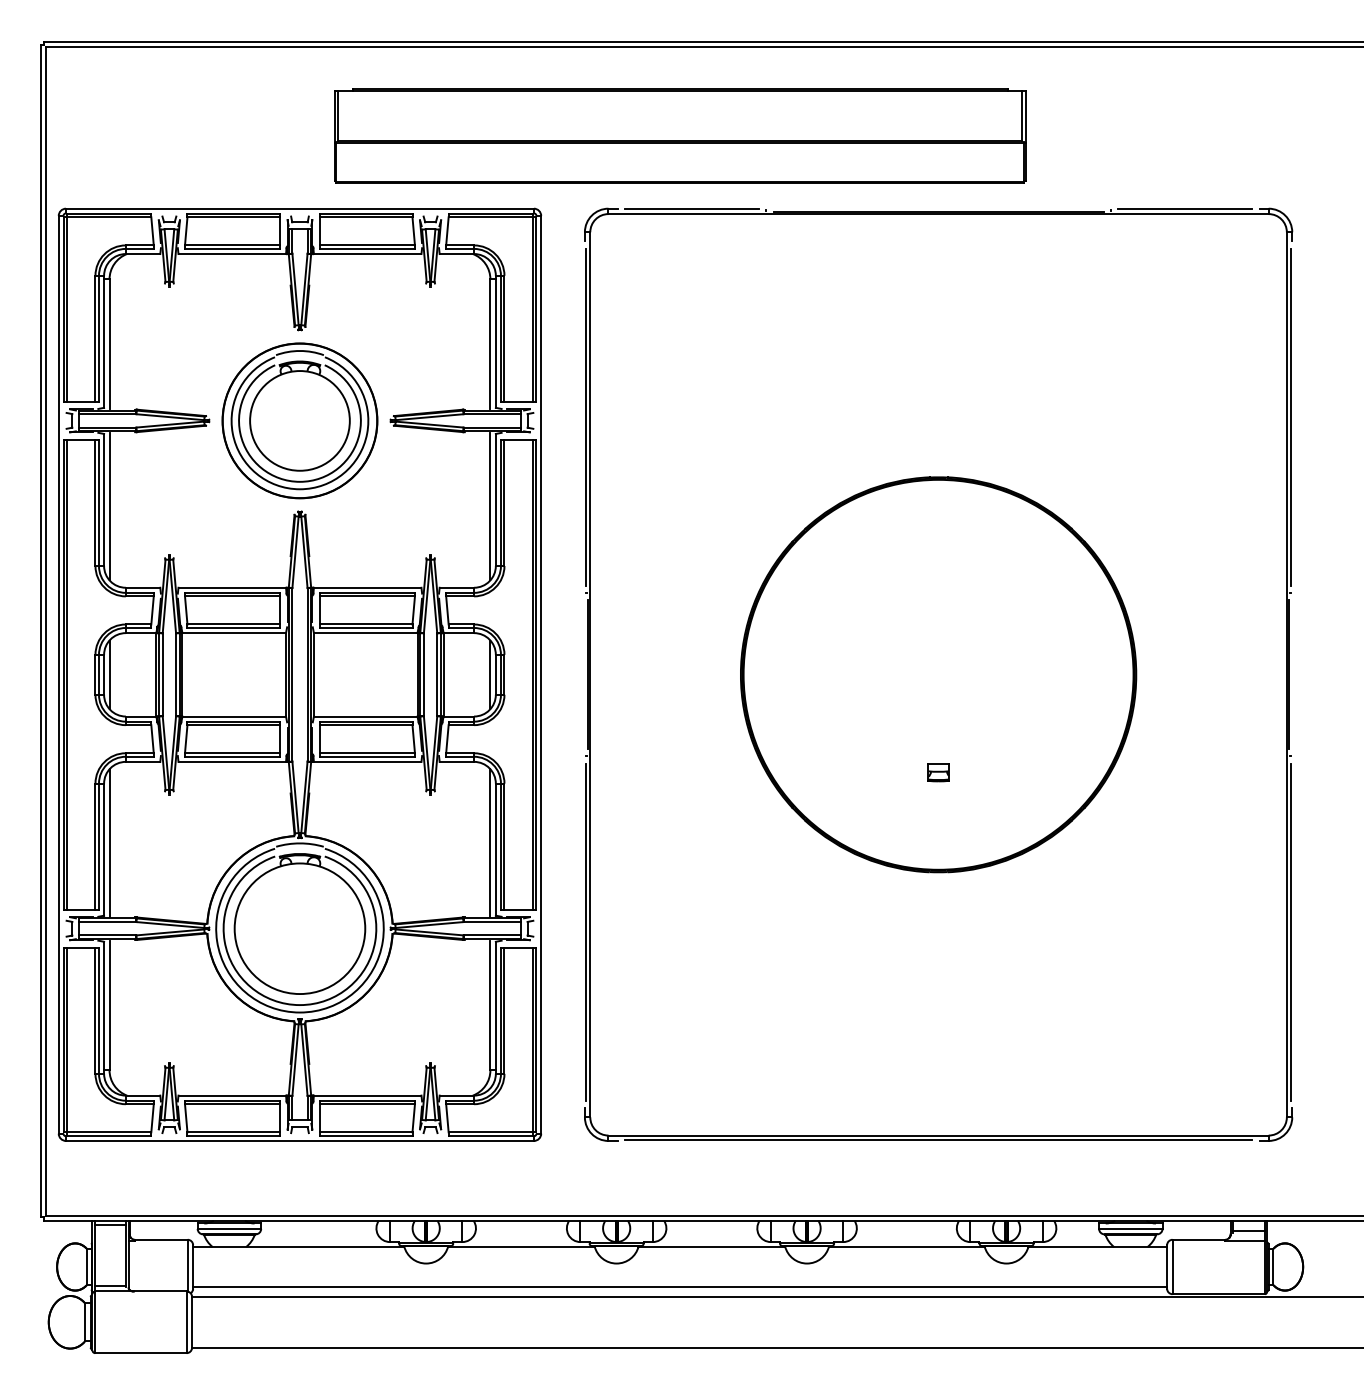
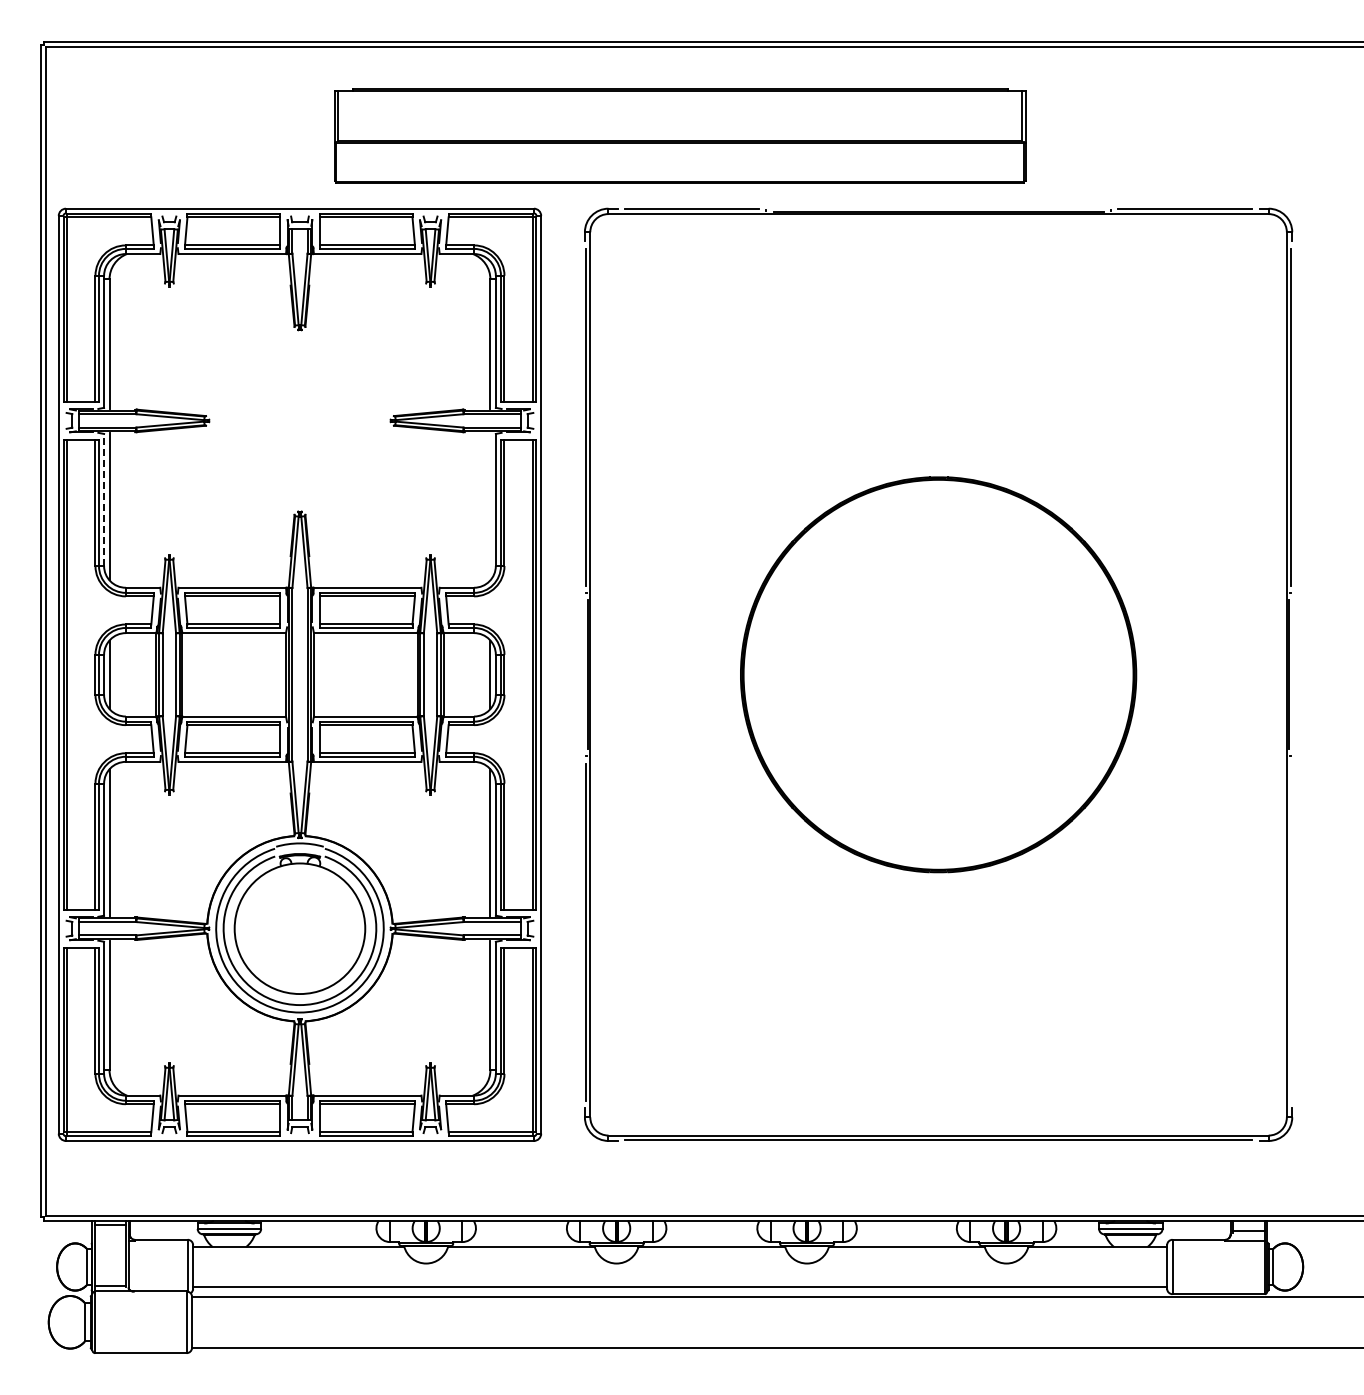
part at (299, 420): present -> none
line at (104, 499): solid -> dashed
line at (490, 506): present -> none
part at (938, 772): present -> none
line at (1291, 932): present -> none
